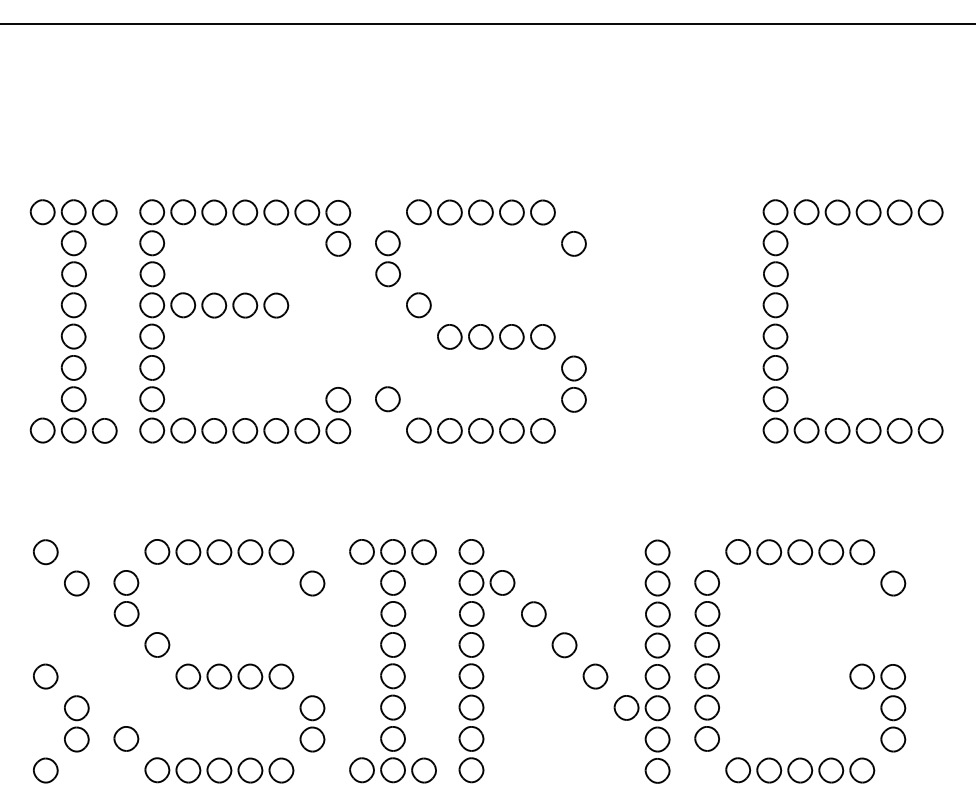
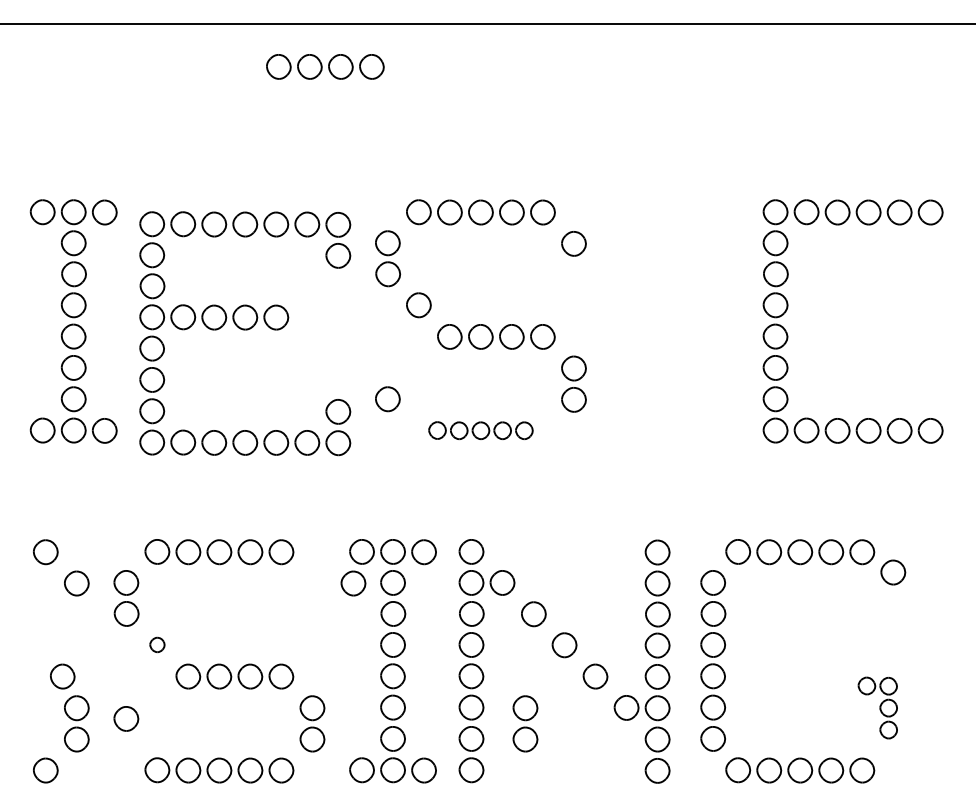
part at (325, 66): none -> present
part at (245, 321) position: (245, 321) -> (245, 333)
part at (480, 430) size: 150x27 px -> 106x19 px
part at (312, 583) position: (312, 583) -> (353, 583)
part at (893, 583) position: (893, 583) -> (893, 572)
part at (157, 644) size: 27x26 px -> 17x17 px
part at (707, 660) position: (707, 660) -> (713, 660)
part at (45, 676) position: (45, 676) -> (62, 676)
part at (877, 707) size: 58x90 px -> 41x64 px
part at (525, 723): none -> present
part at (126, 738) position: (126, 738) -> (126, 718)
